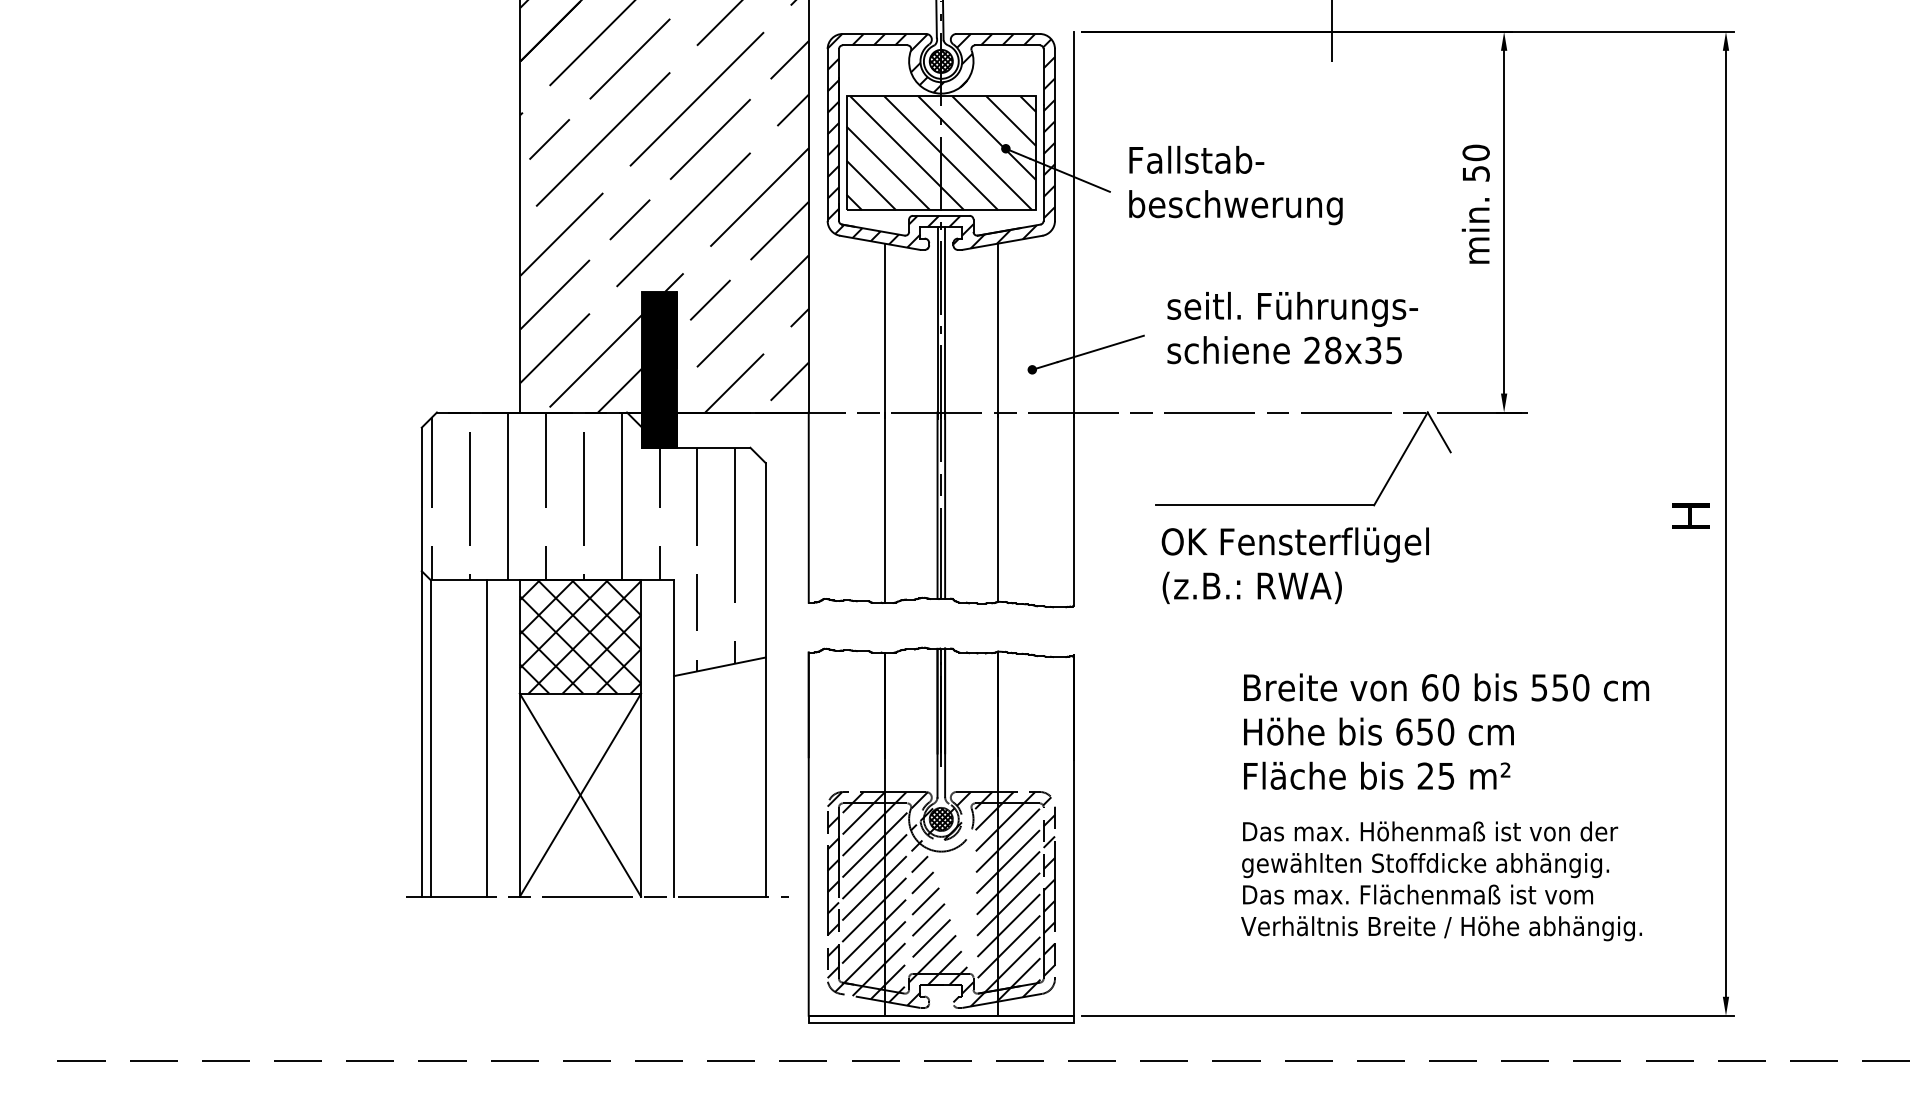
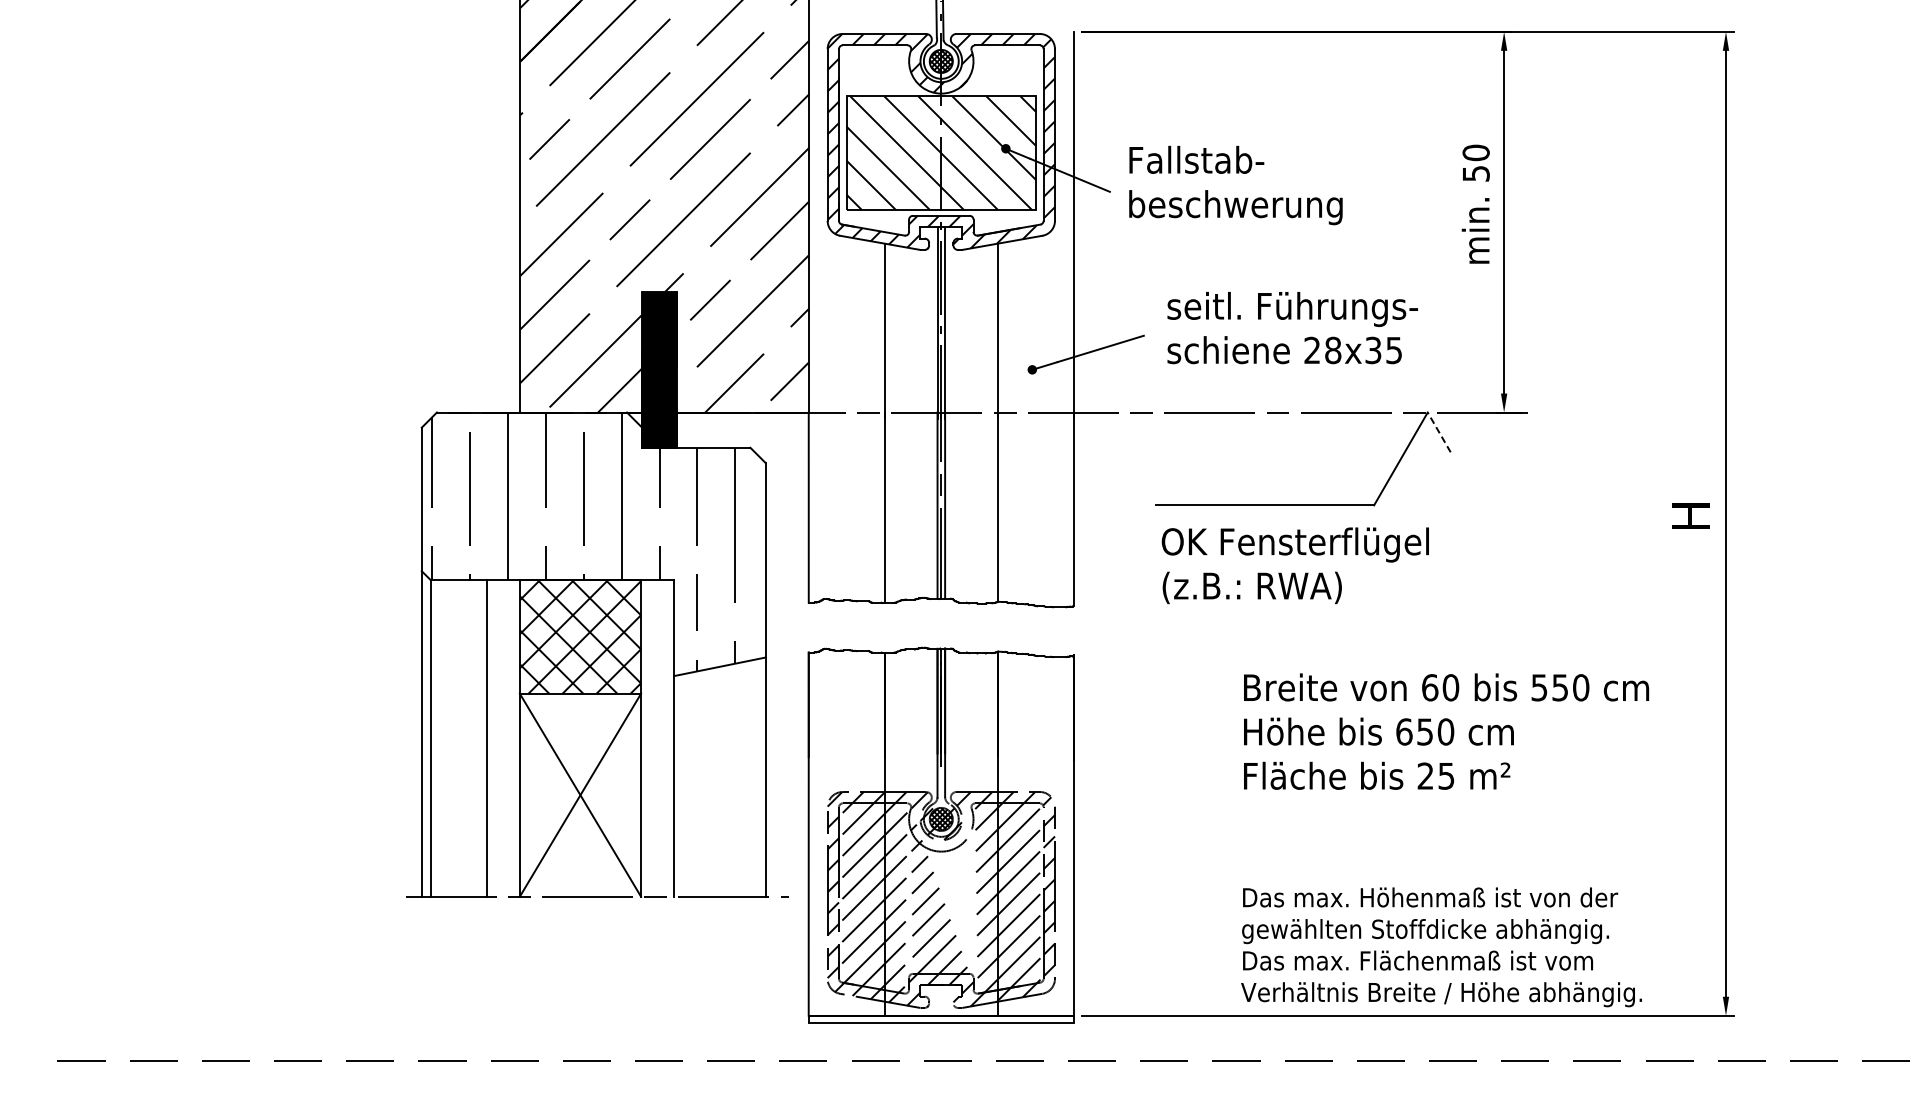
line at (1331, 32): present -> none
line at (1439, 432): solid -> dashed
text at (1441, 881) position: (1441, 881) -> (1441, 947)
